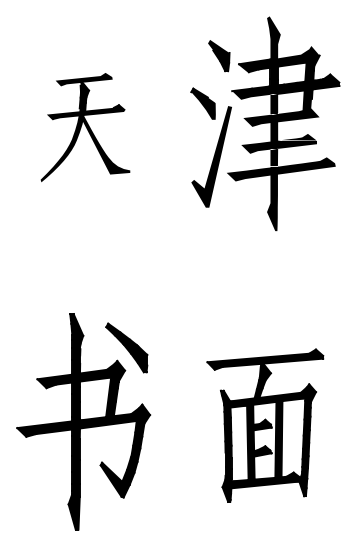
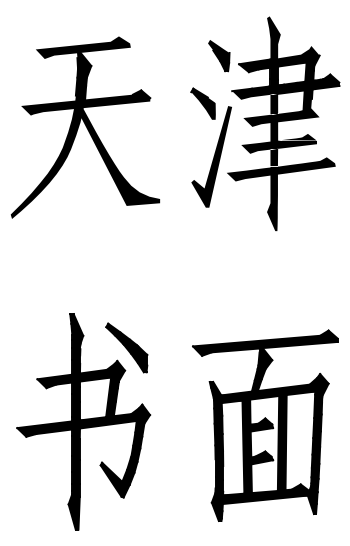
part at (85, 127) size: 91x110 px -> 151x183 px
part at (265, 425) size: 119x155 px -> 147x193 px
